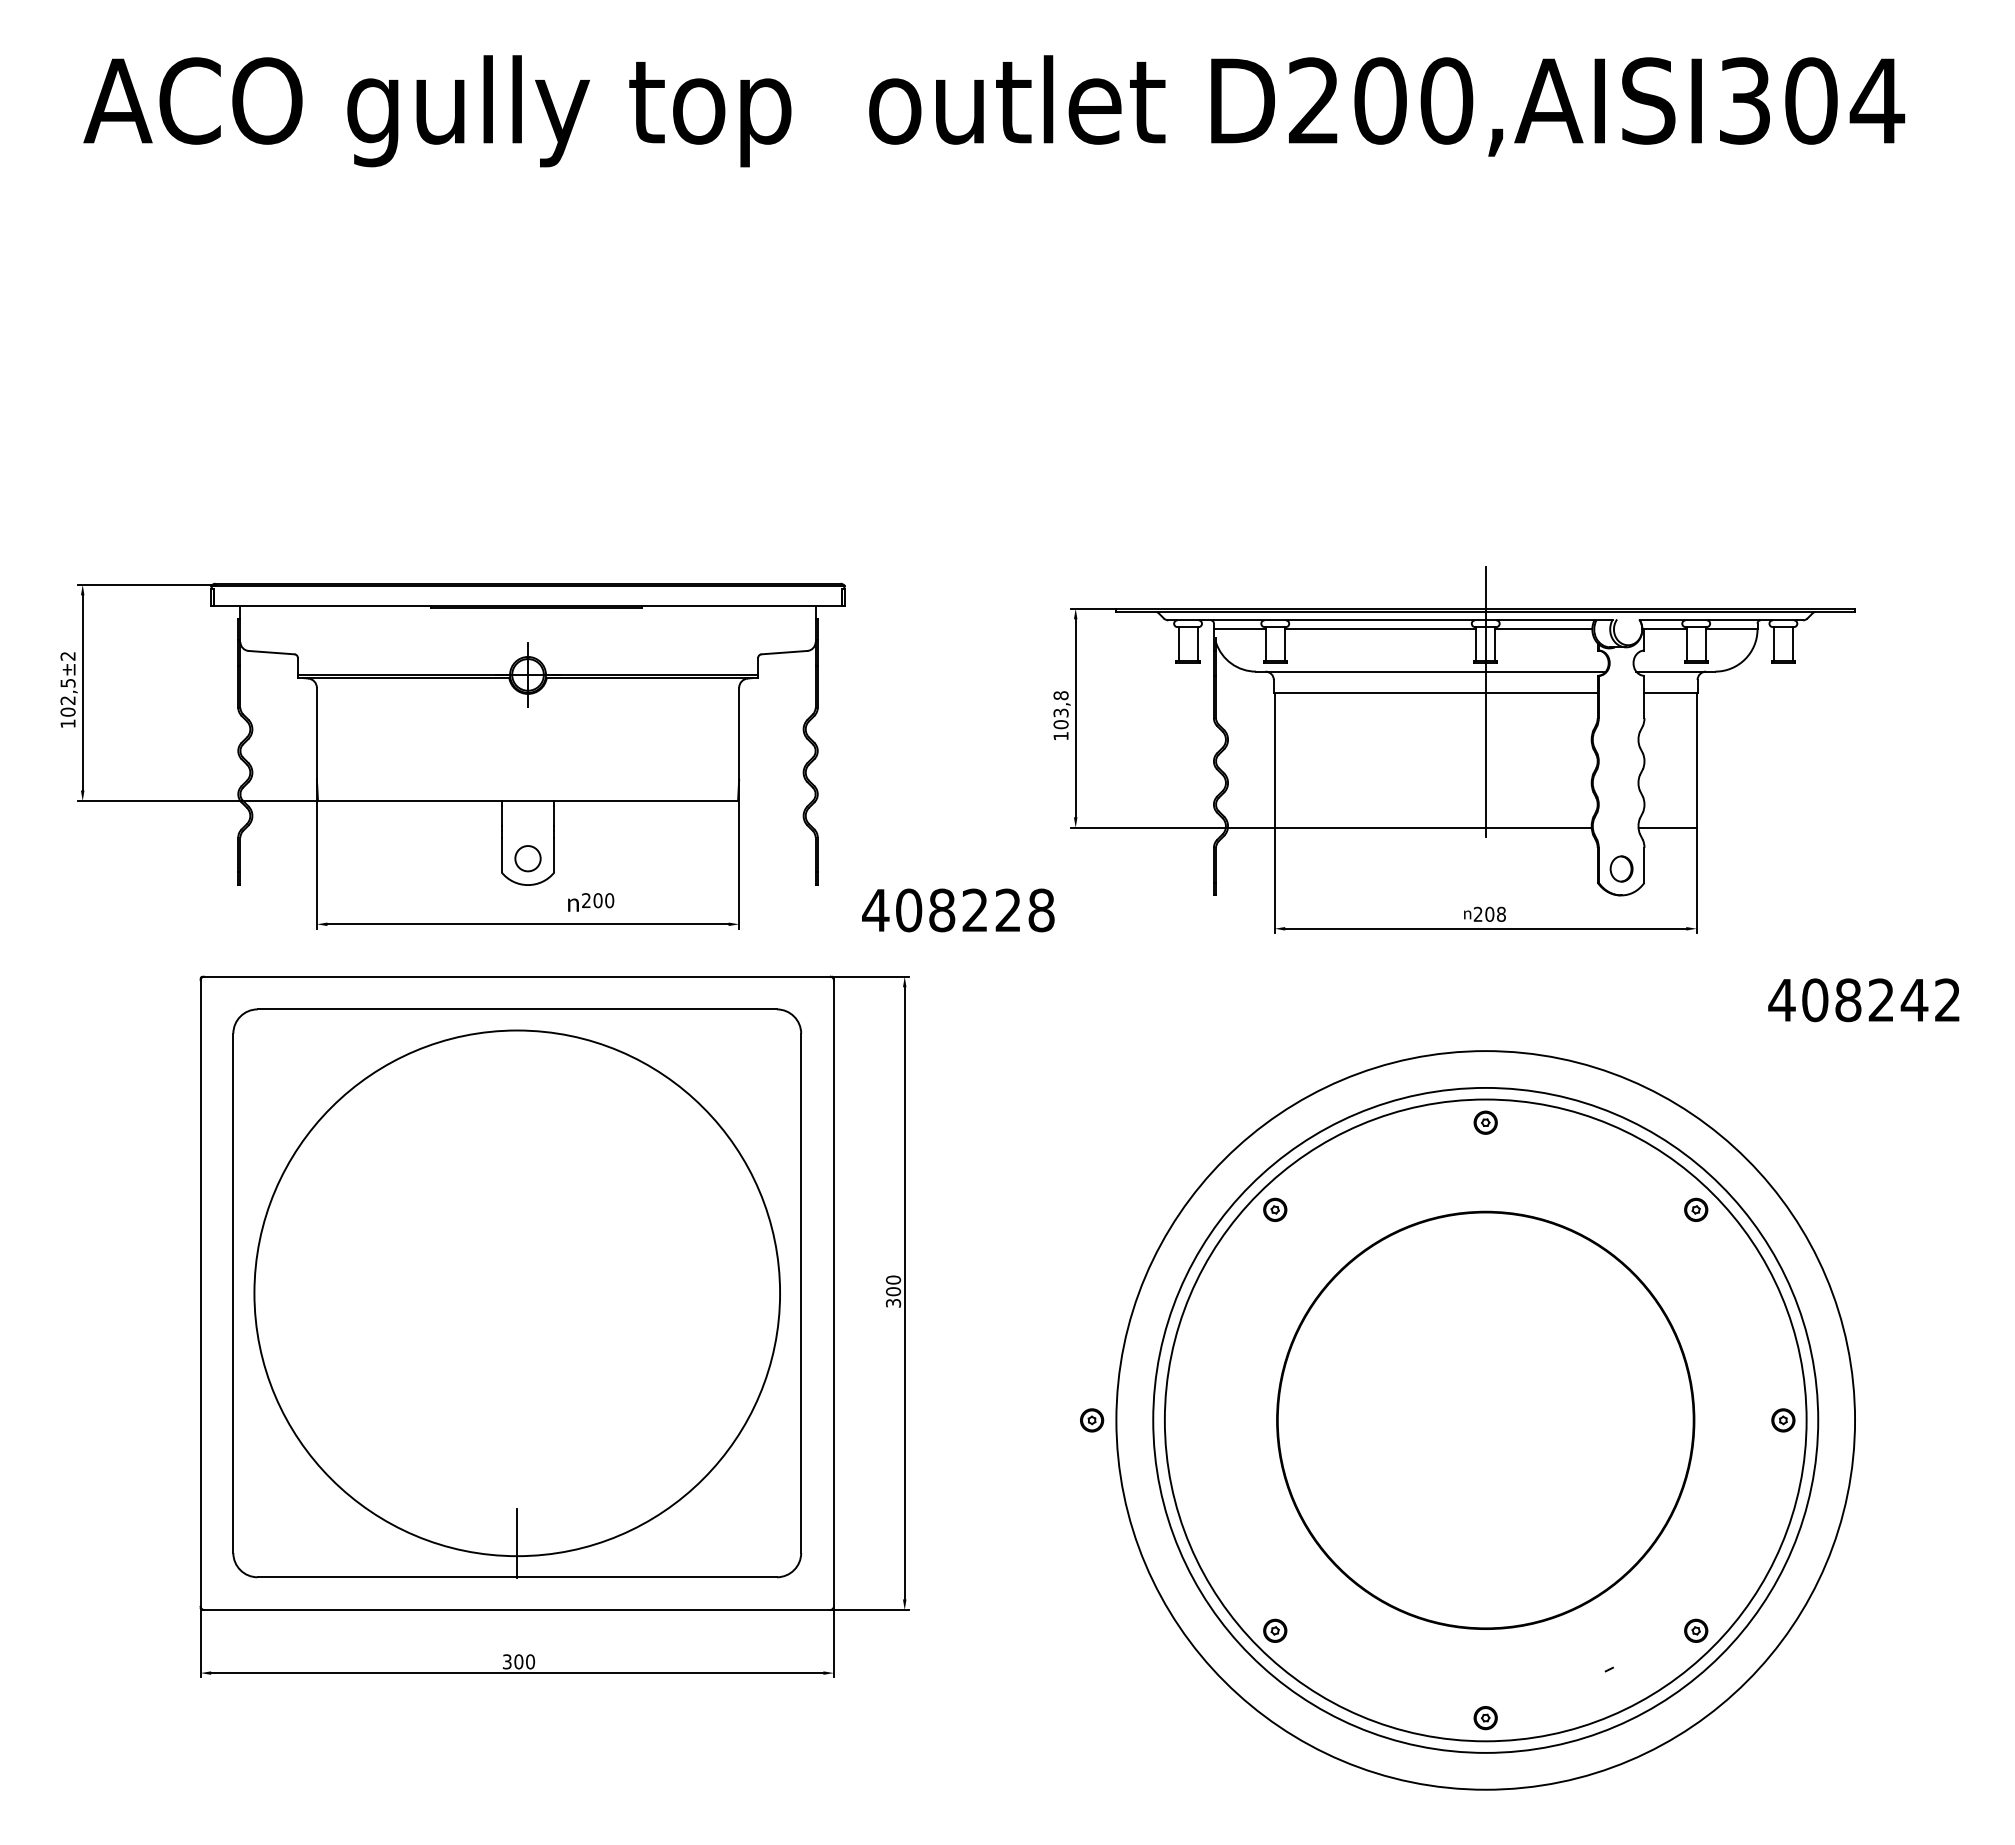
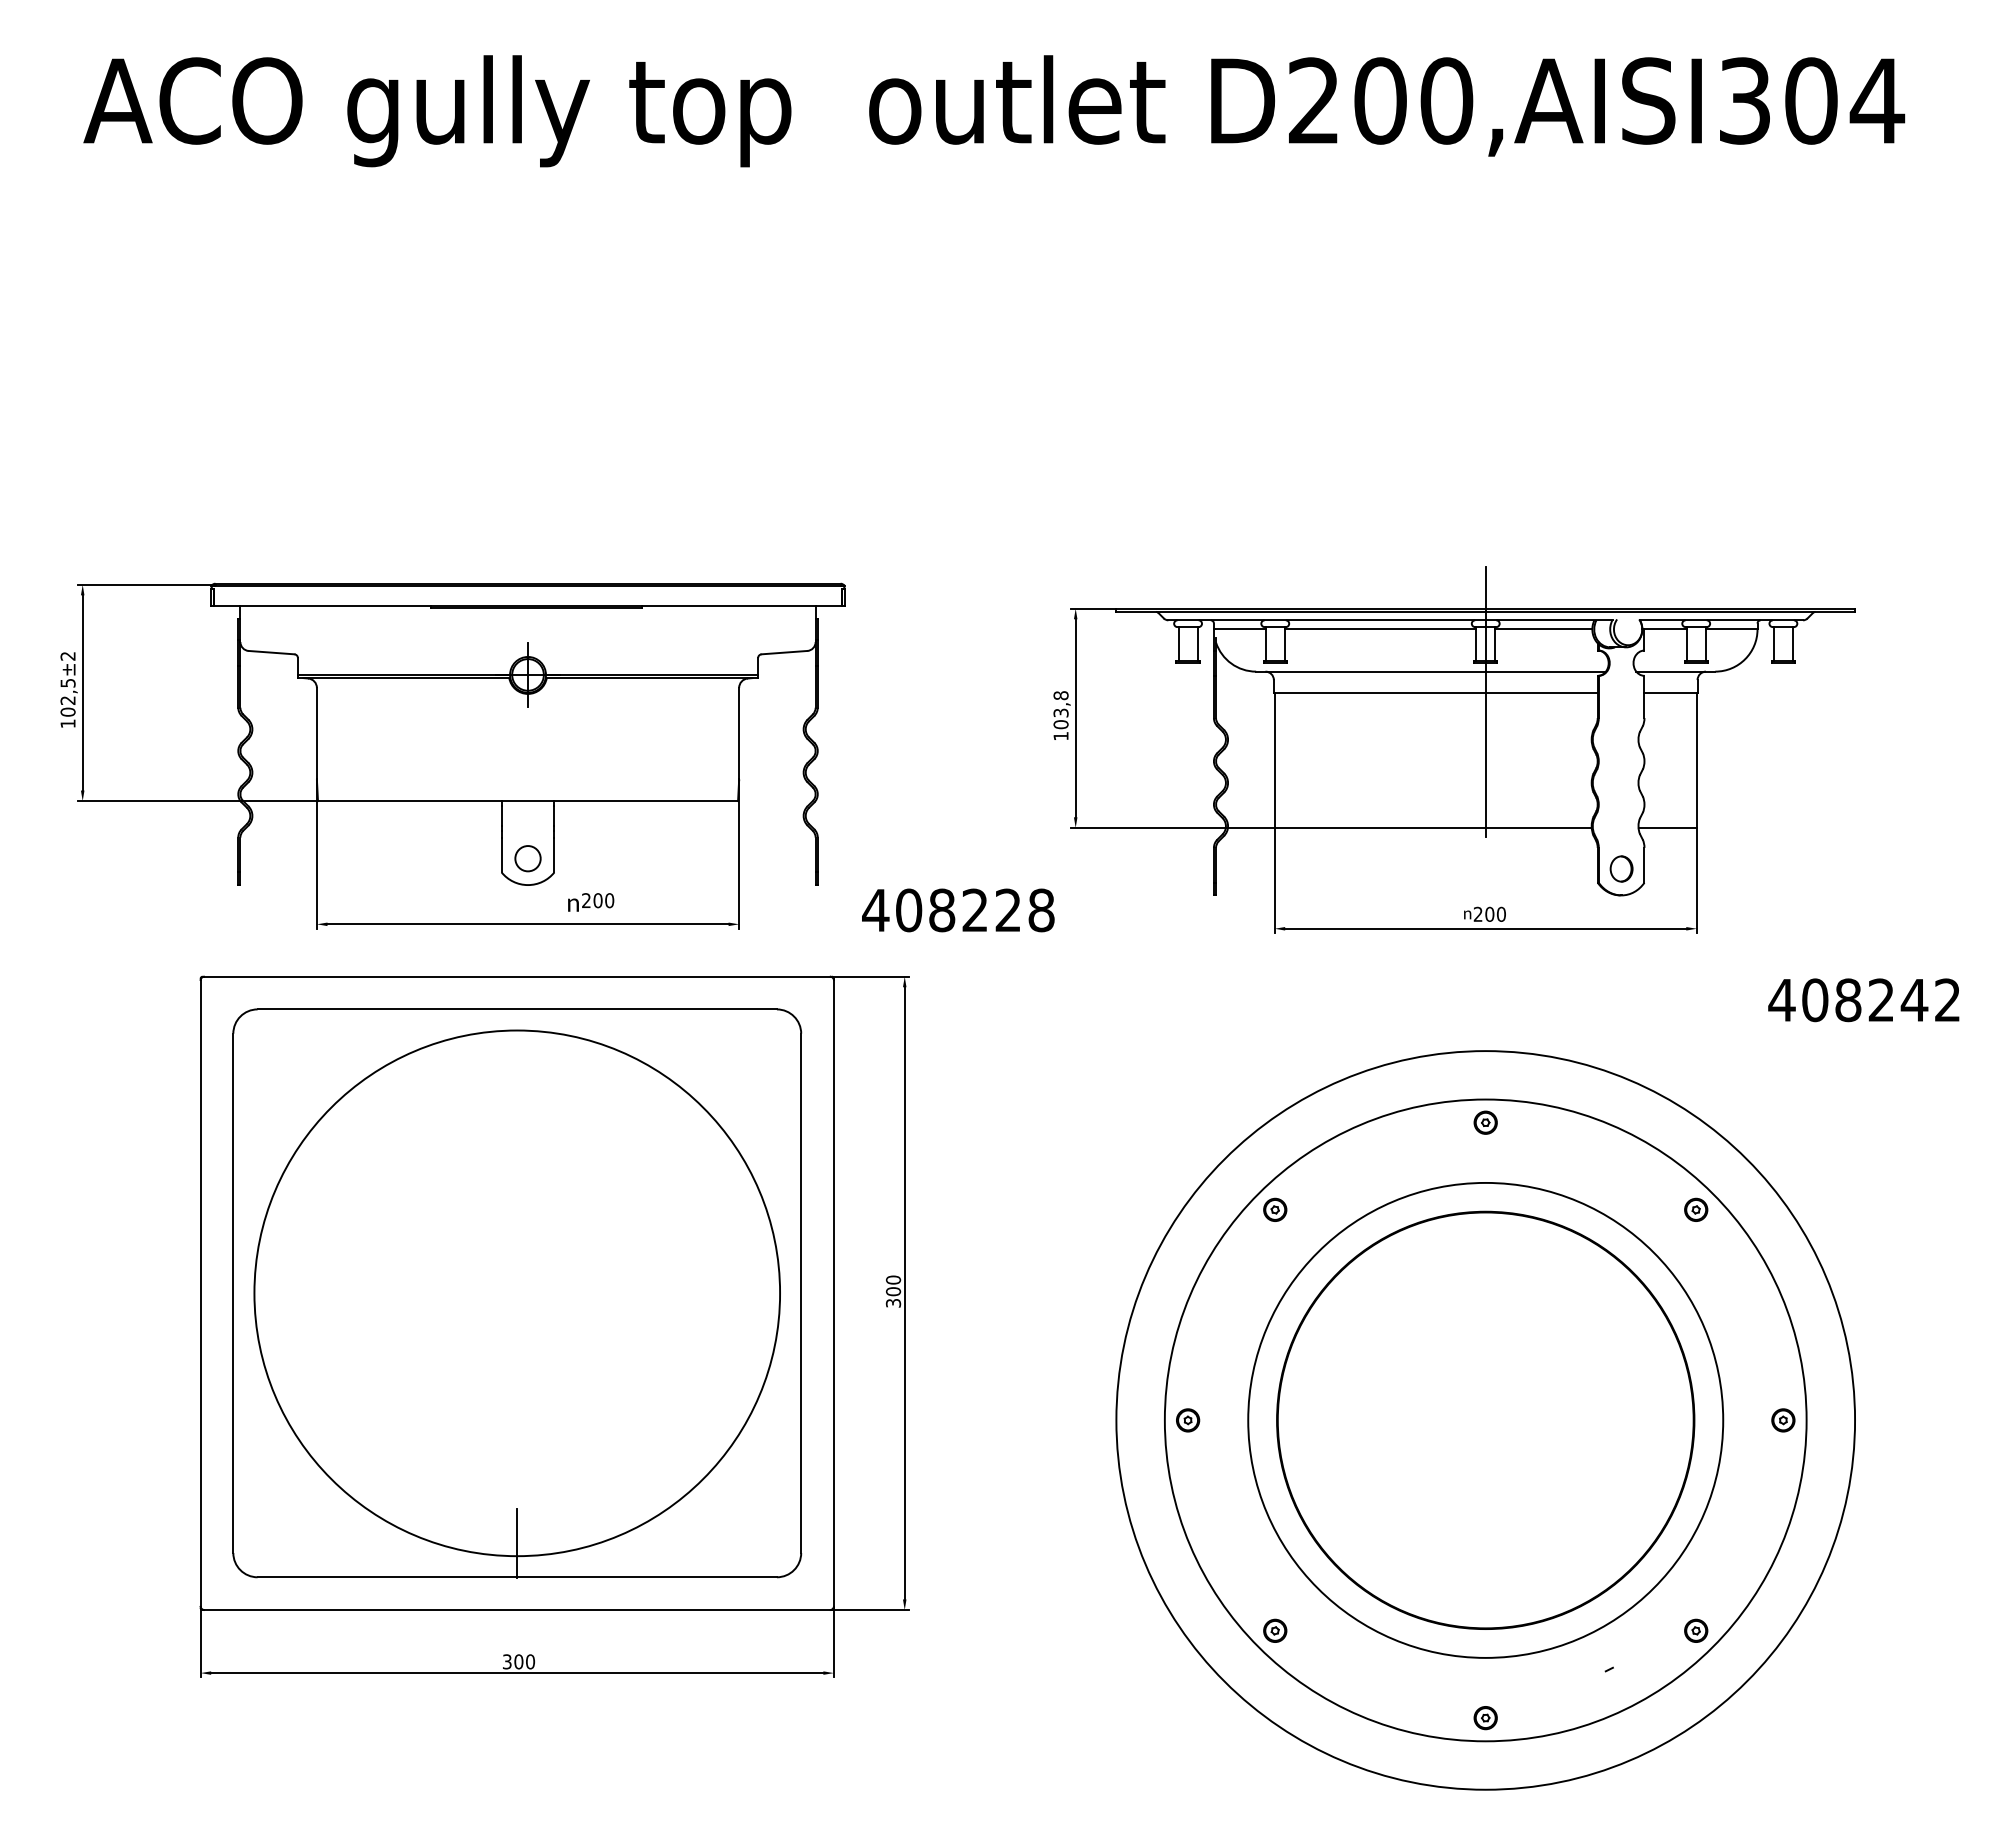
text at (1500, 914): 208 -> 200
circle at (1485, 1419) diameter: 665 px -> 475 px
part at (1092, 1420) position: (1092, 1420) -> (1188, 1420)
